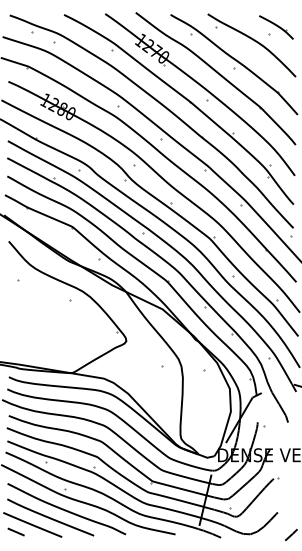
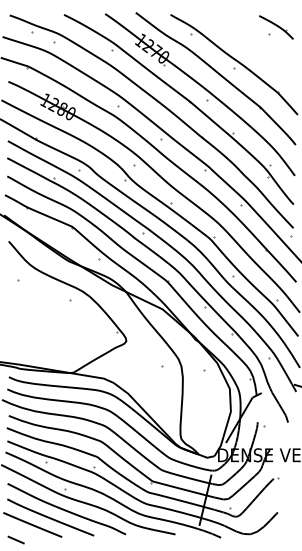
part at (251, 45): present -> none
line at (15, 531) position: (15, 531) -> (15, 539)
line at (291, 534): present -> none
